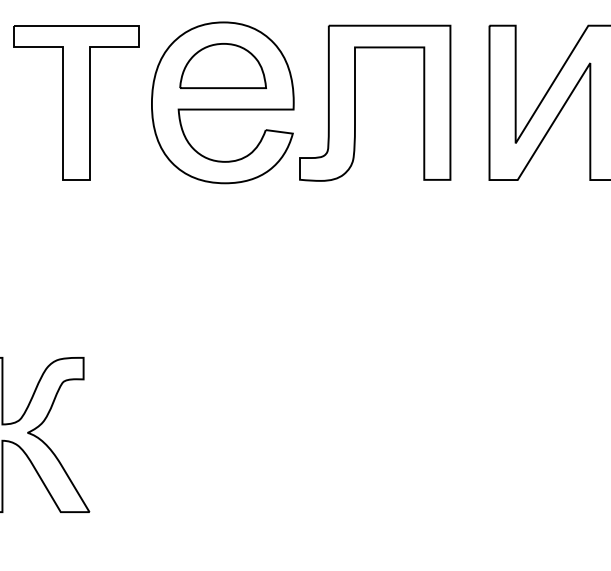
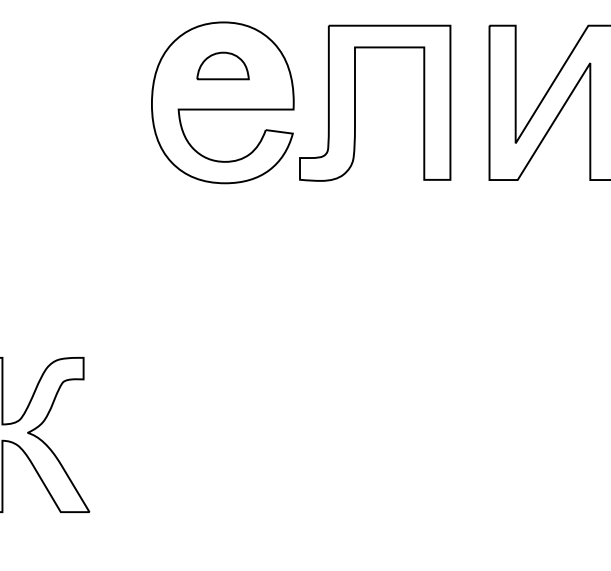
part at (222, 65) size: 88x46 px -> 54x30 px
part at (76, 102): present -> none
